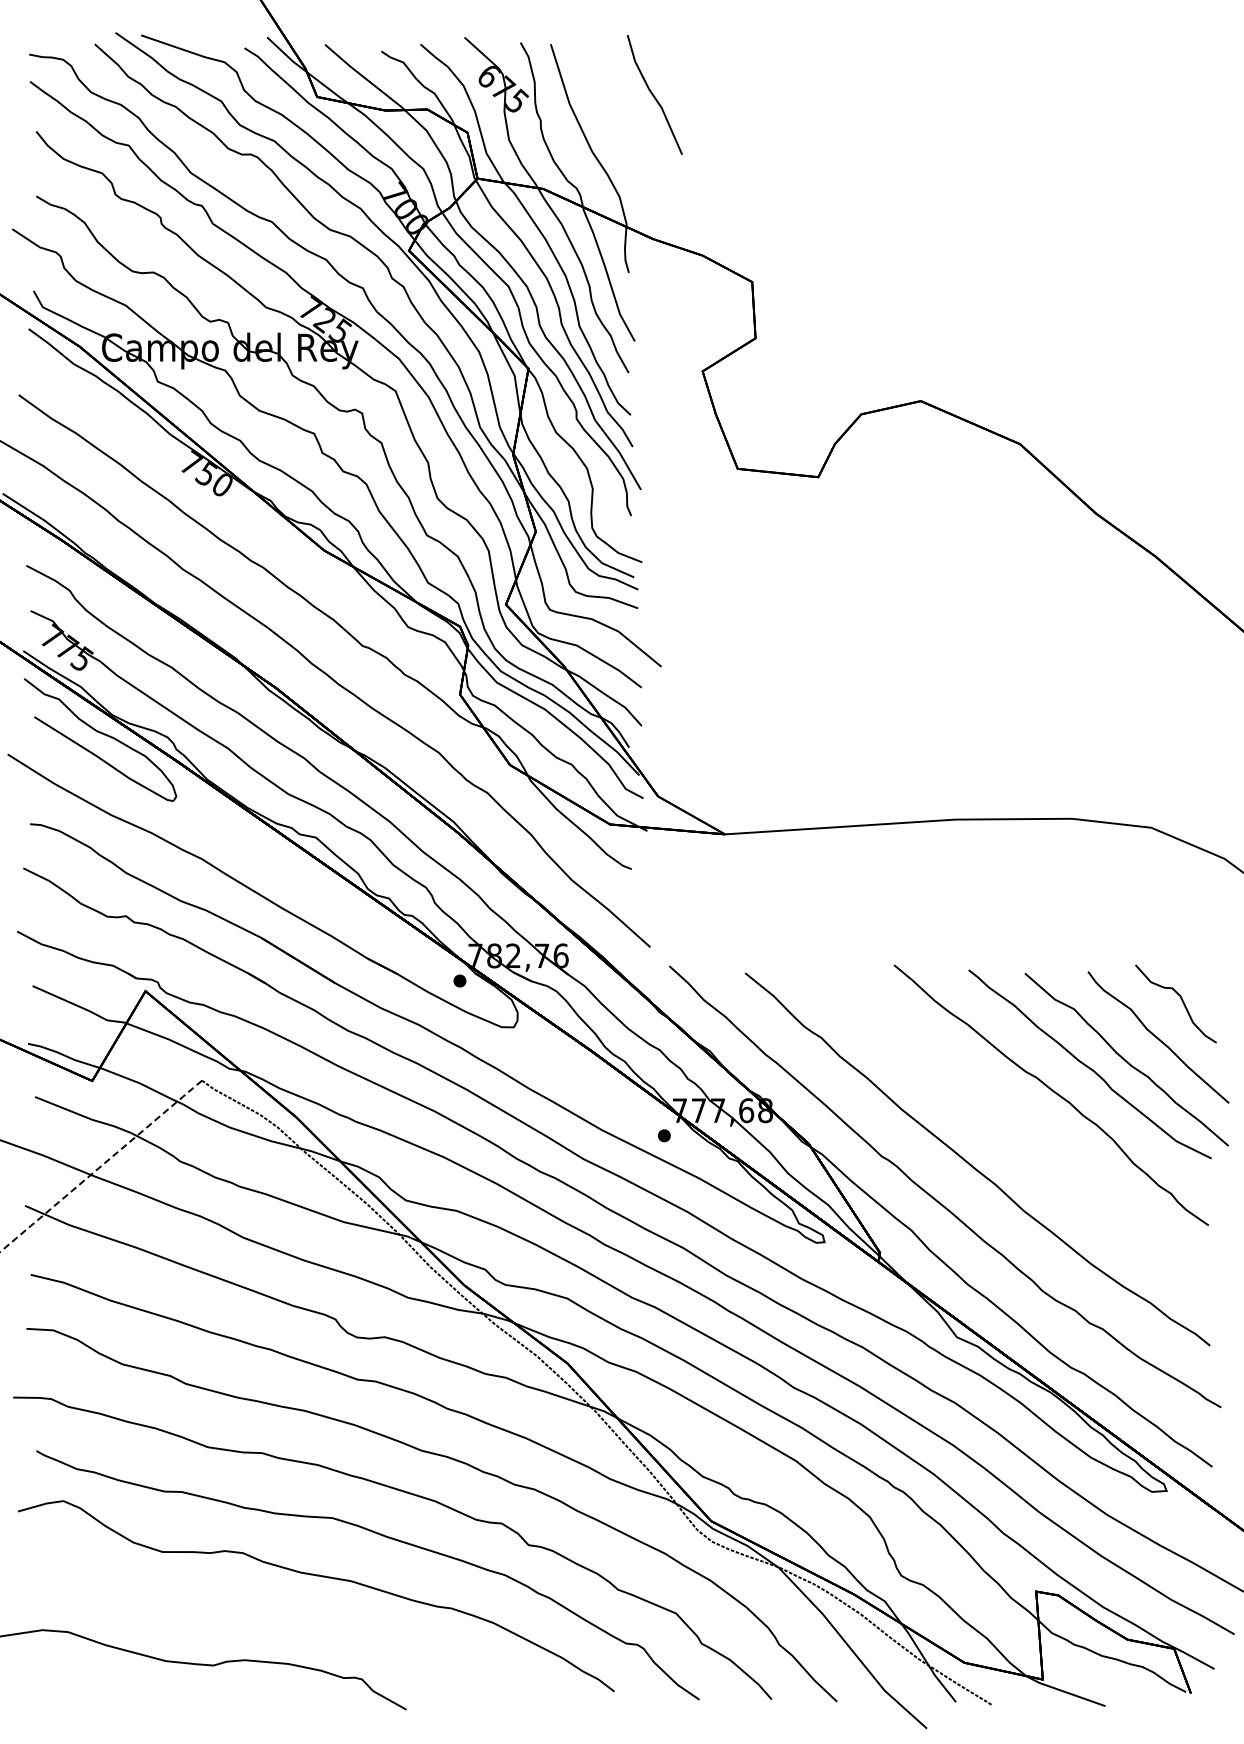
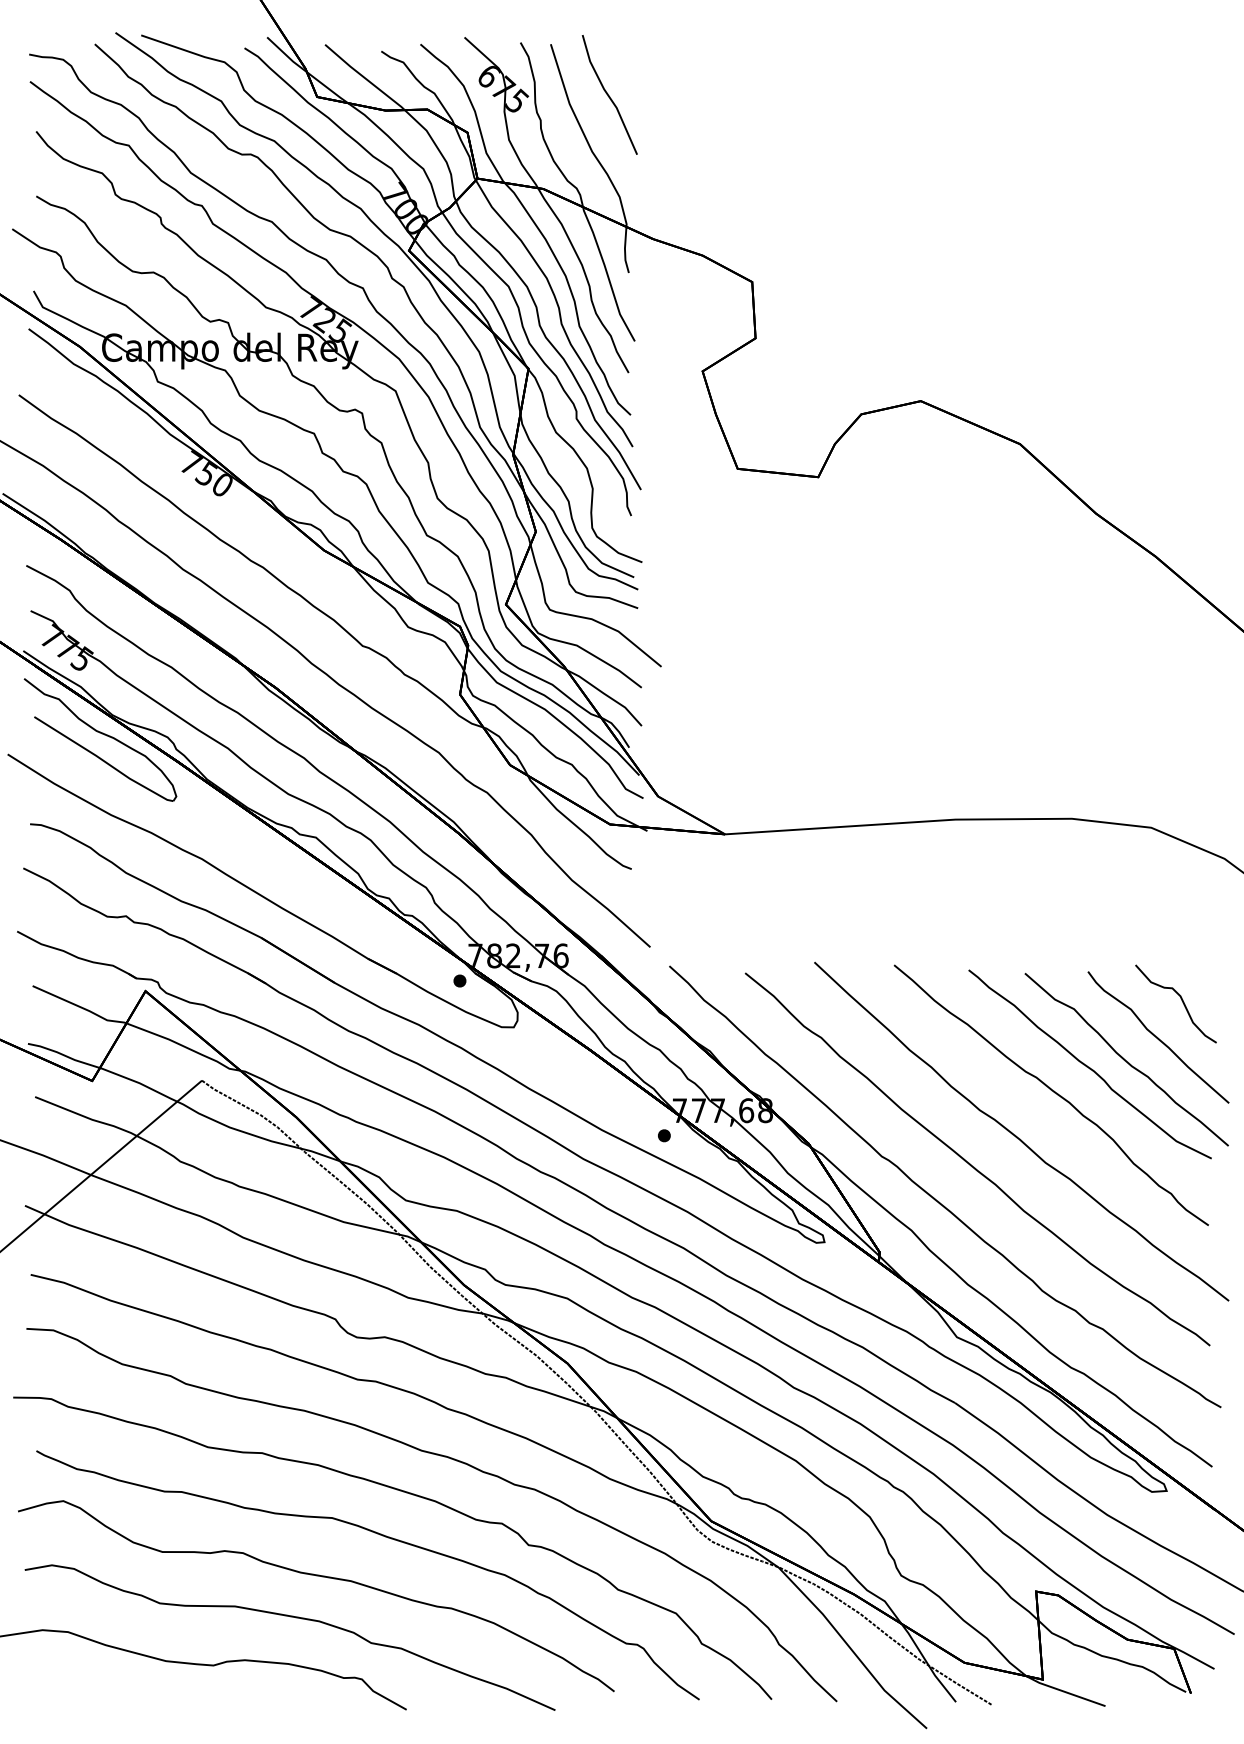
part at (654, 94) position: (654, 94) -> (609, 94)
curve at (1016, 1135): none -> present
line at (100, 1166): dashed -> solid
part at (295, 1618): none -> present
